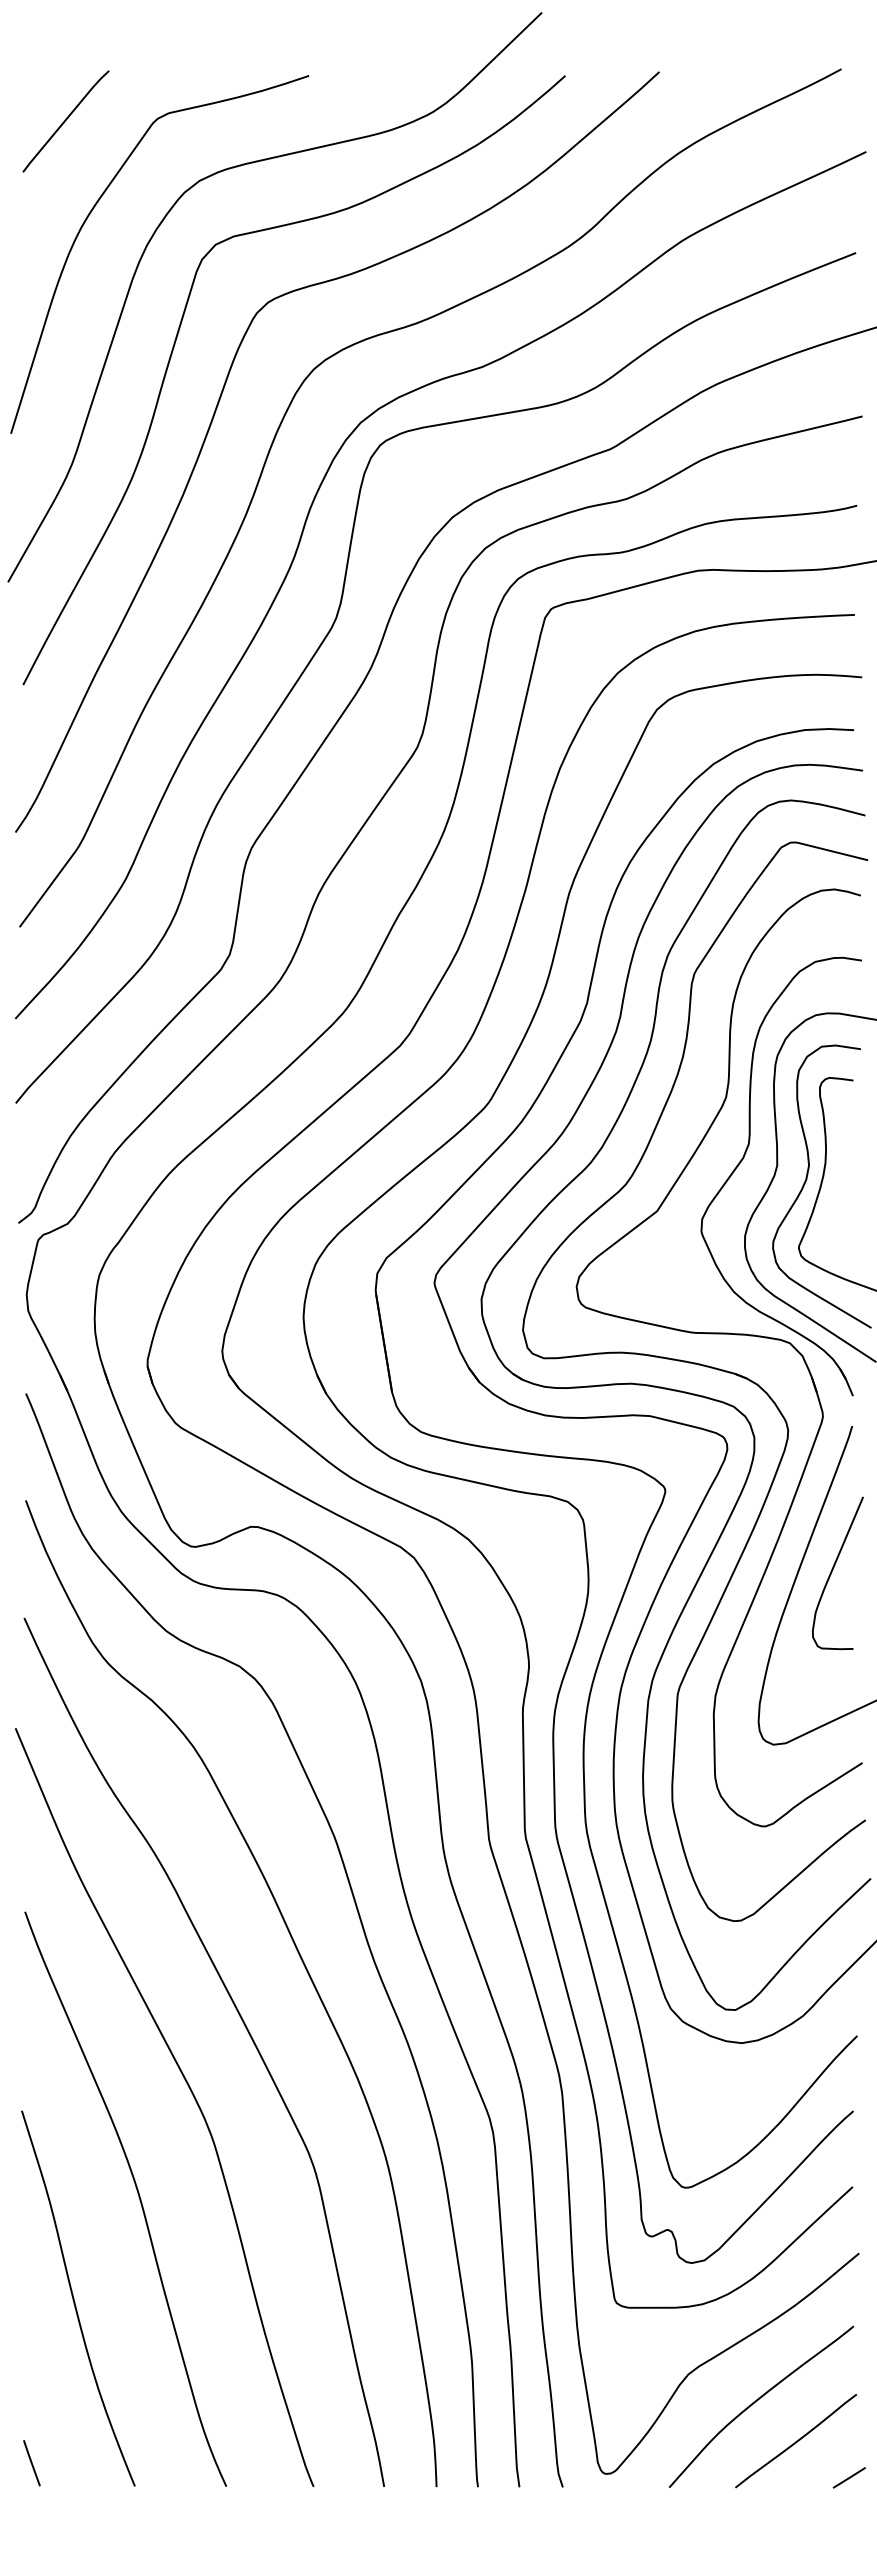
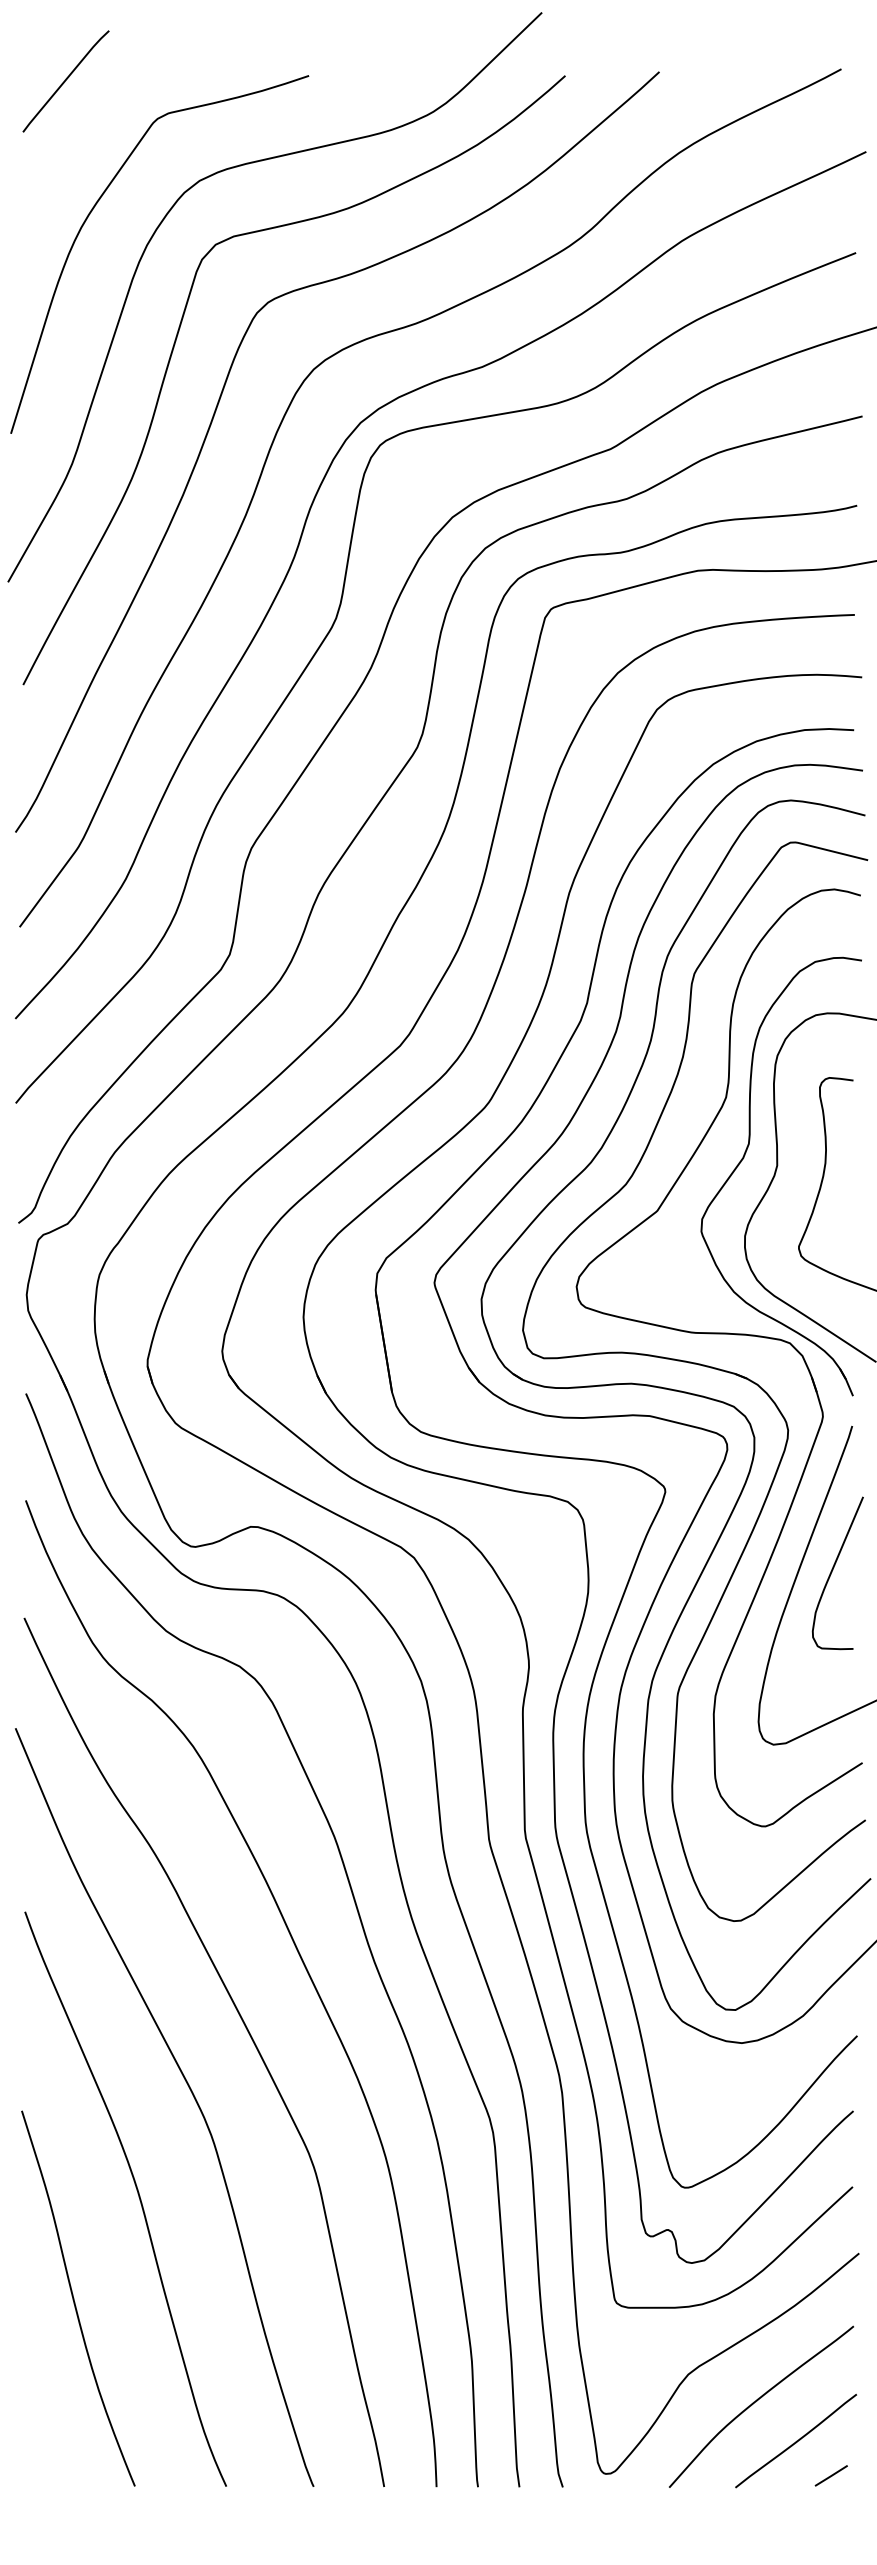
line at (65, 121) position: (65, 121) -> (65, 81)
curve at (807, 1179): present -> none
line at (31, 2463): present -> none
line at (848, 2477) position: (848, 2477) -> (830, 2475)
